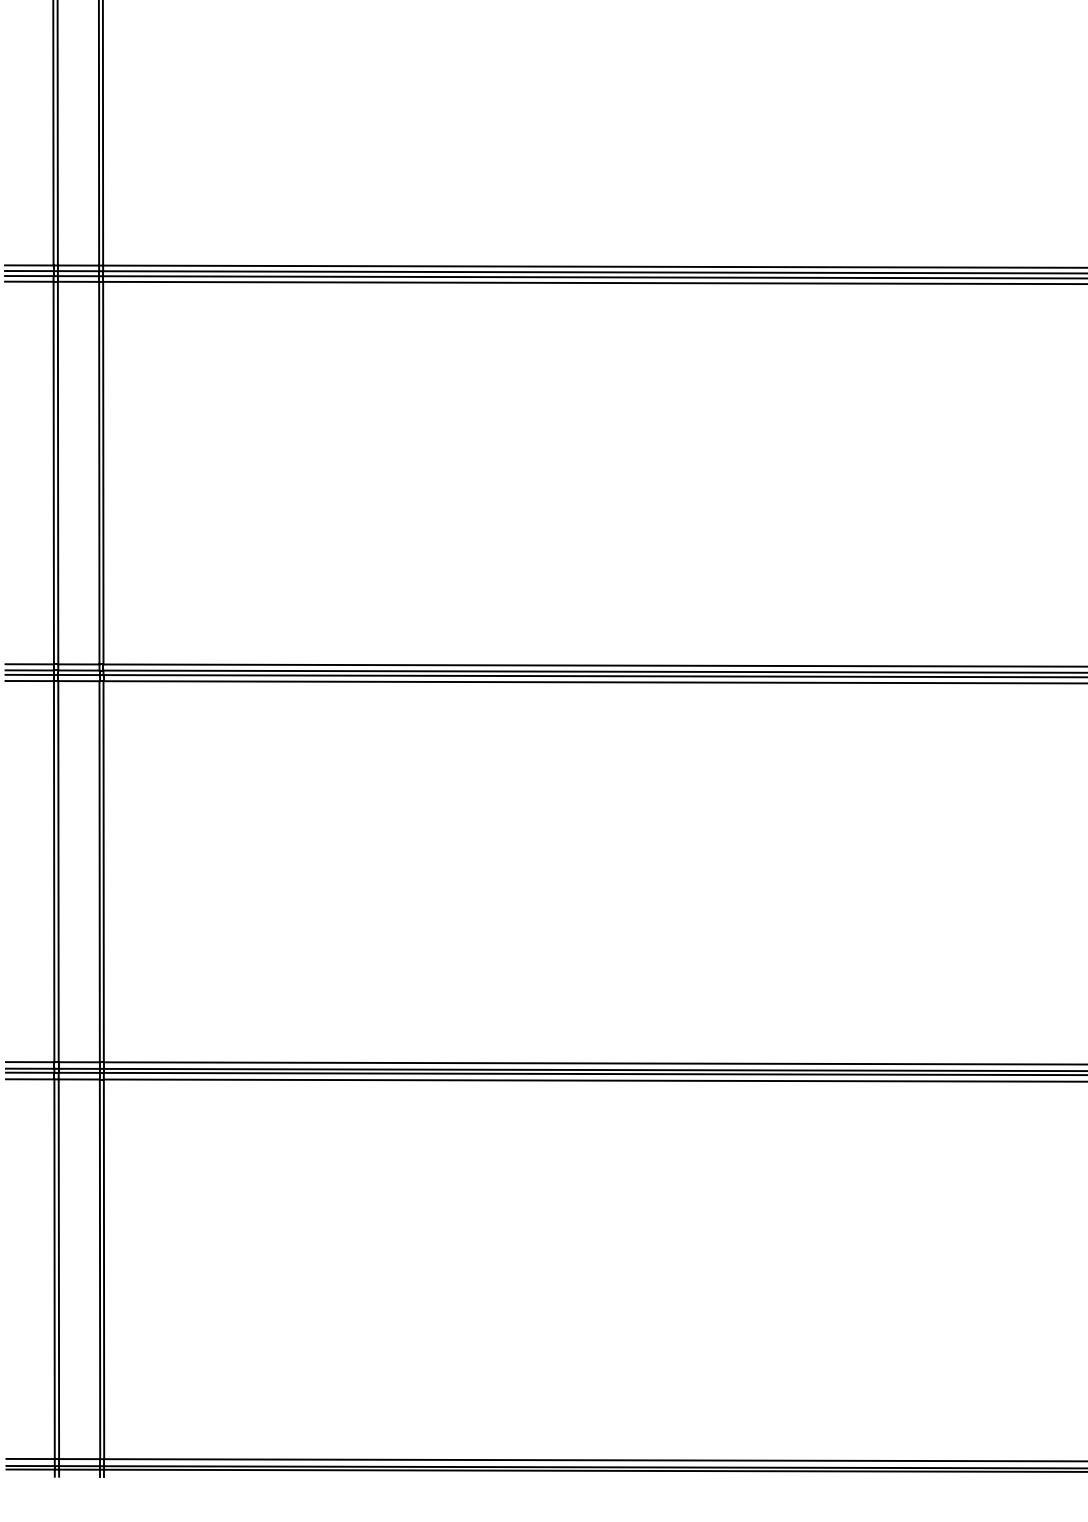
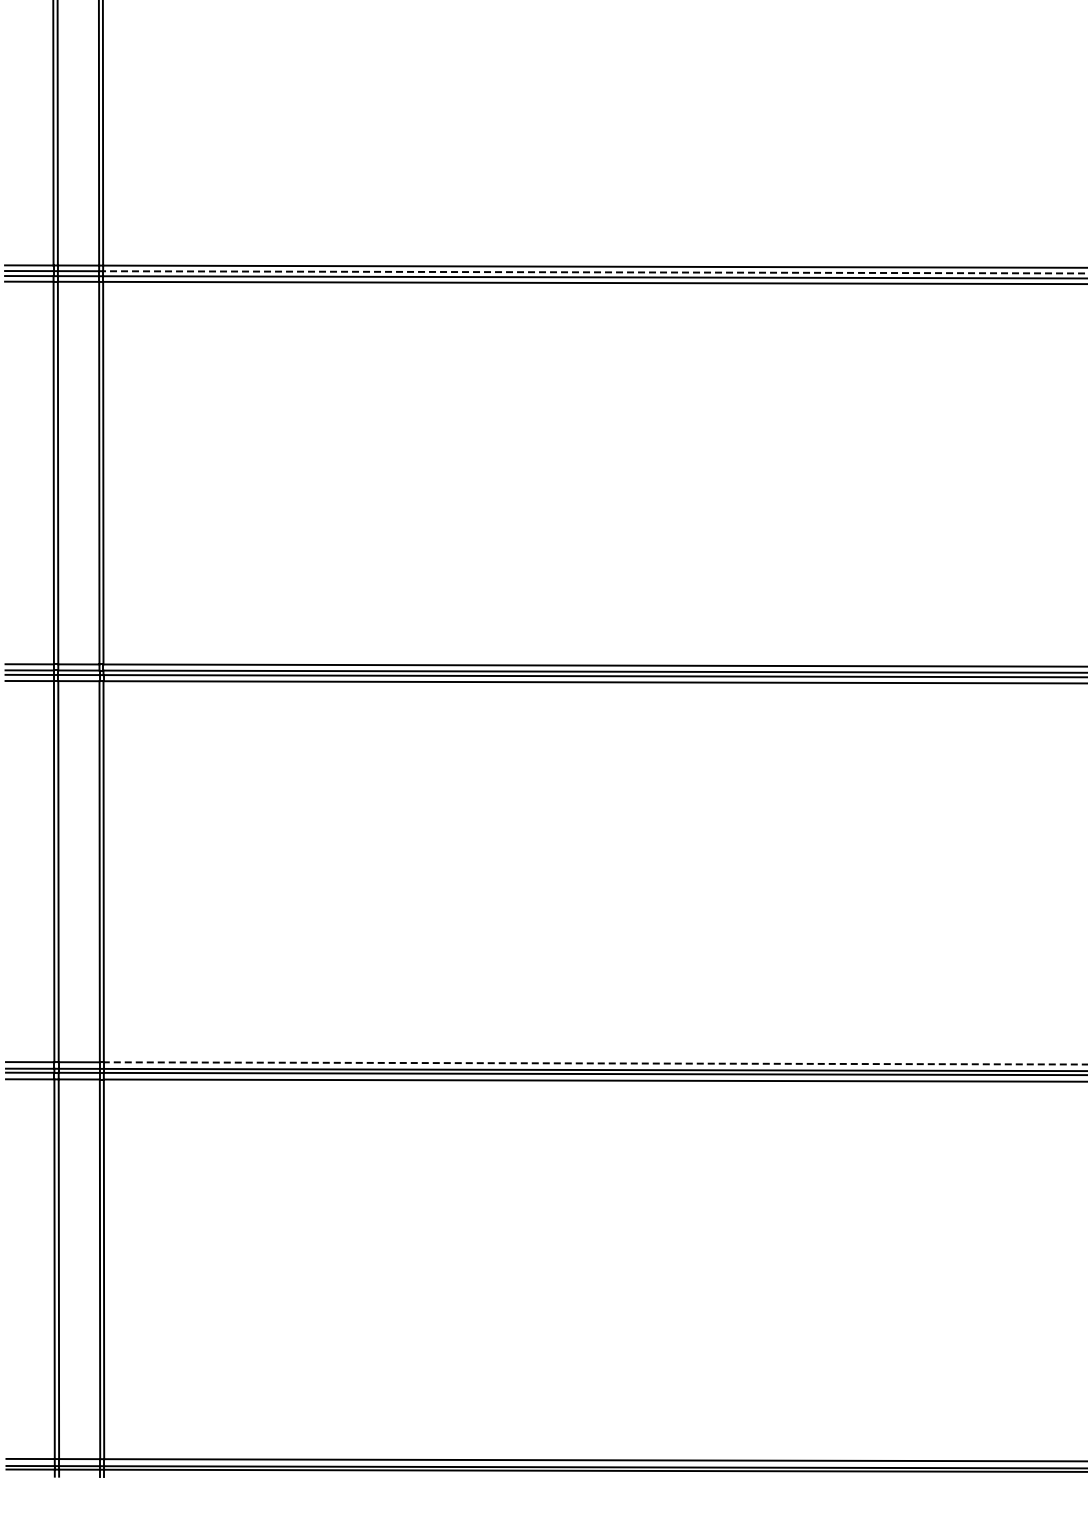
line at (595, 272): solid -> dashed
line at (595, 1063): solid -> dashed
